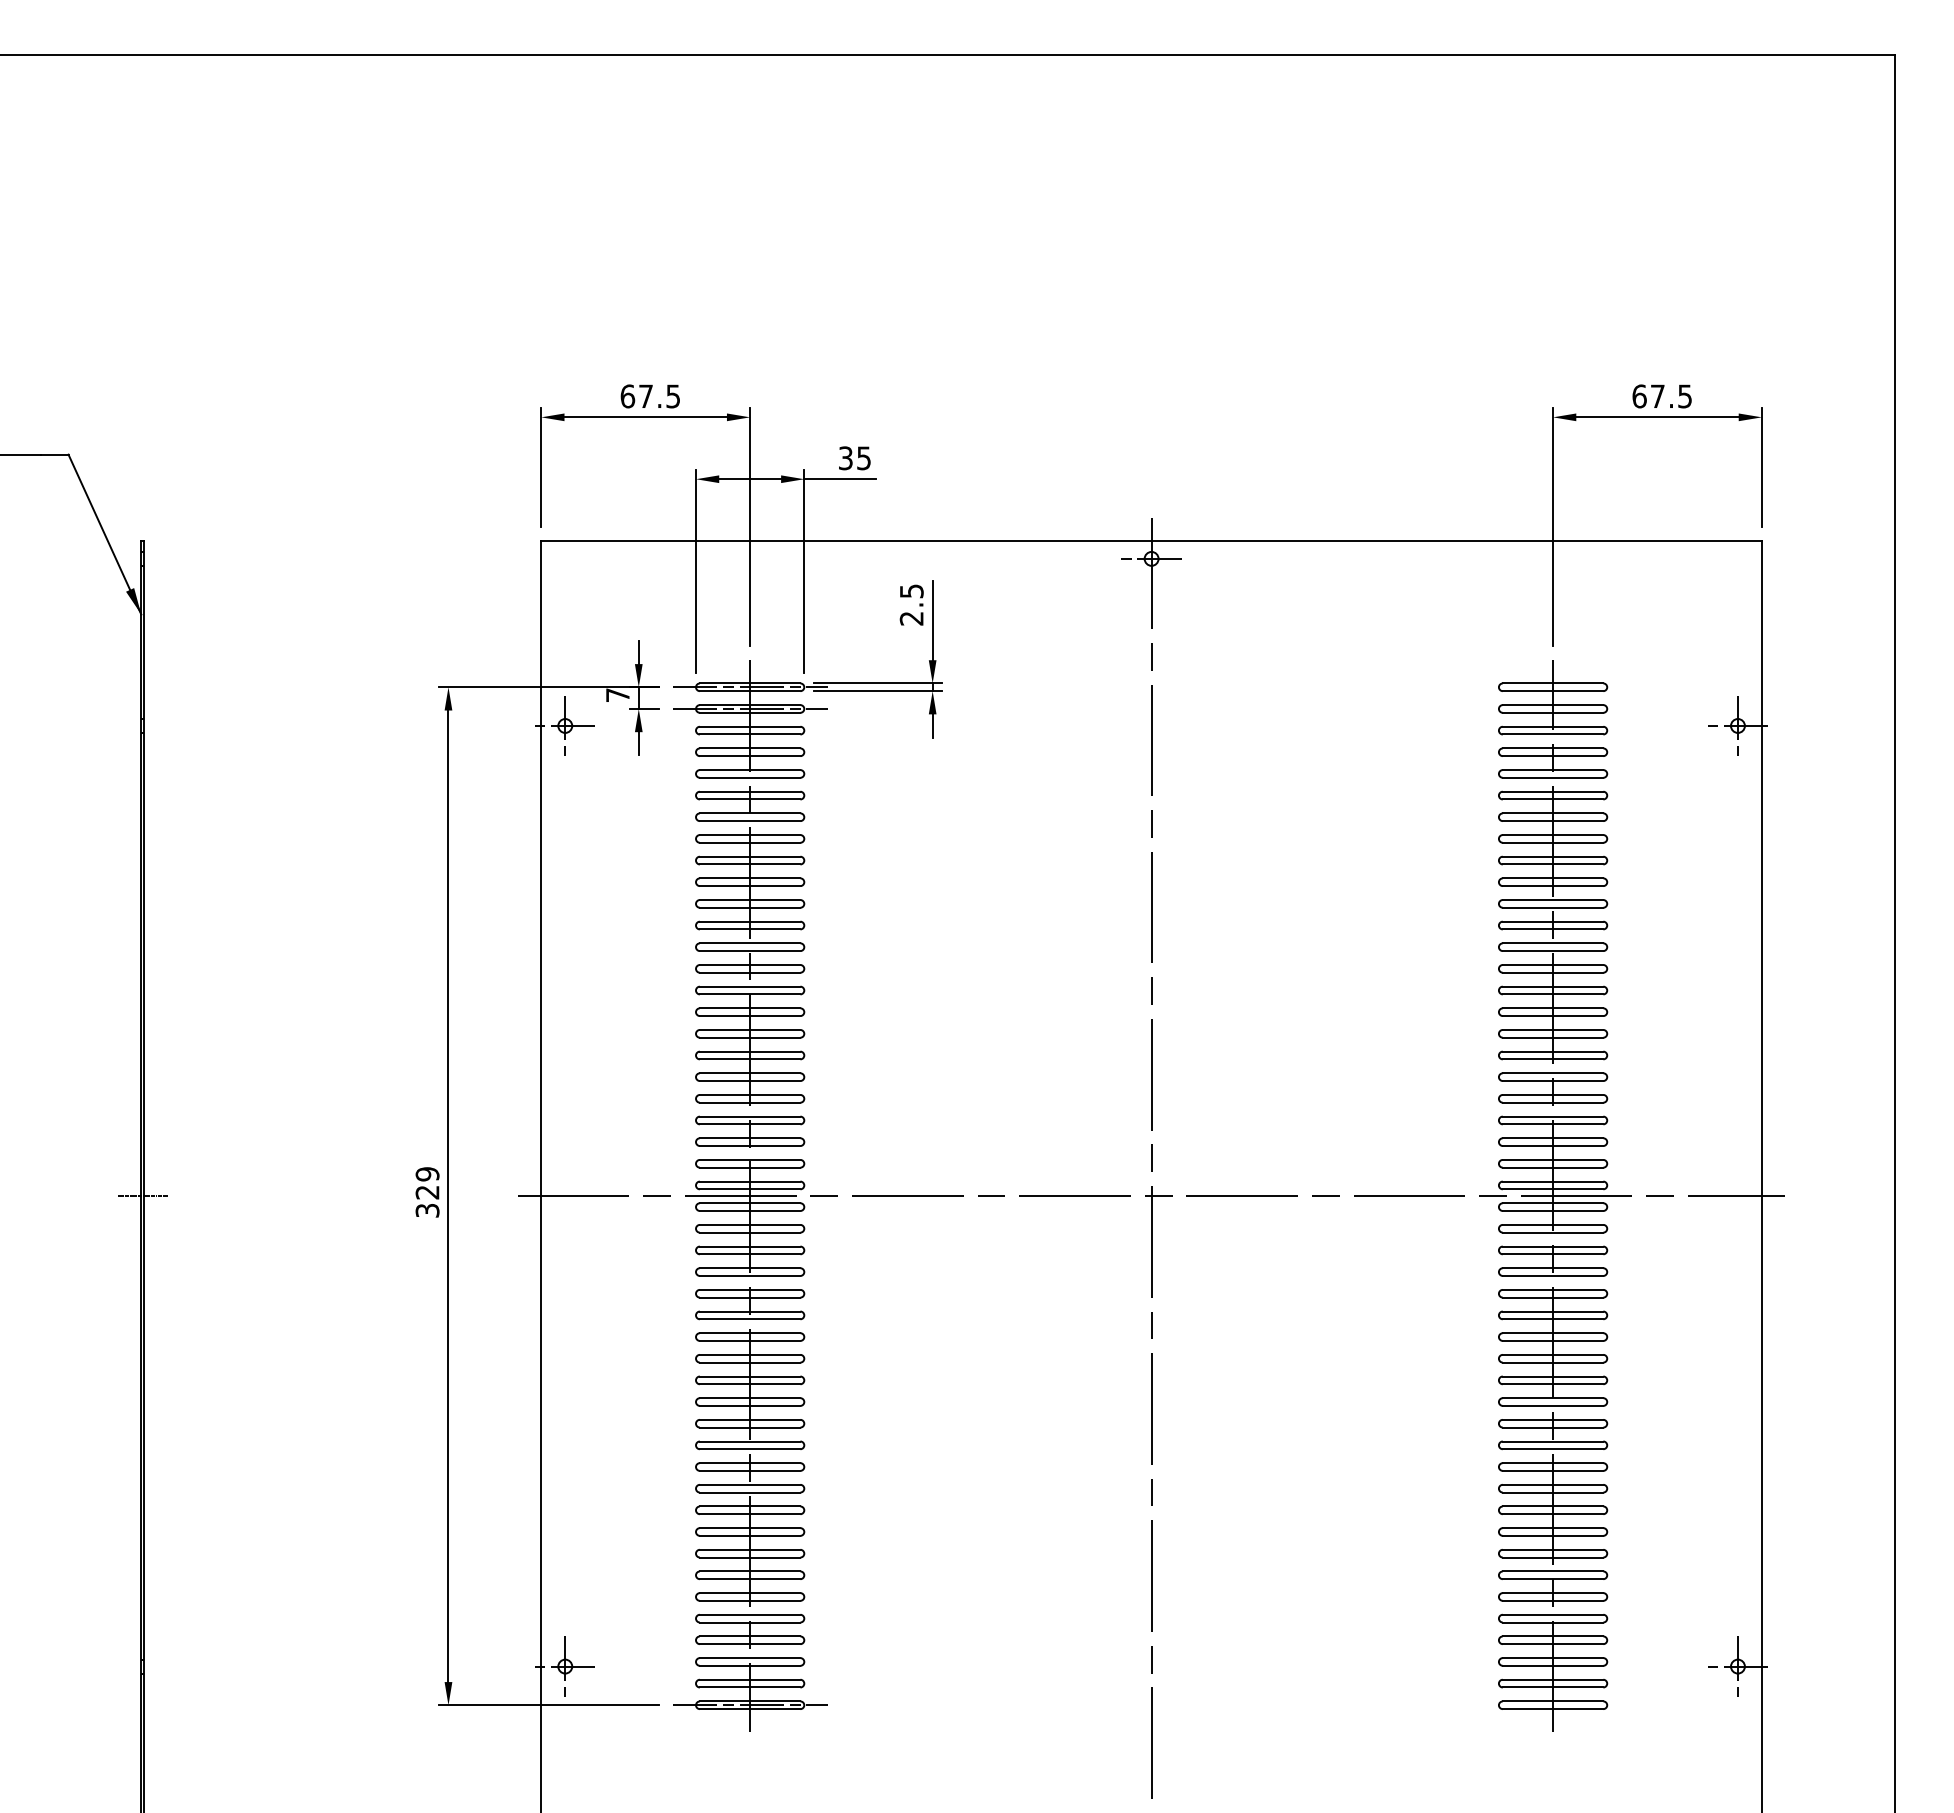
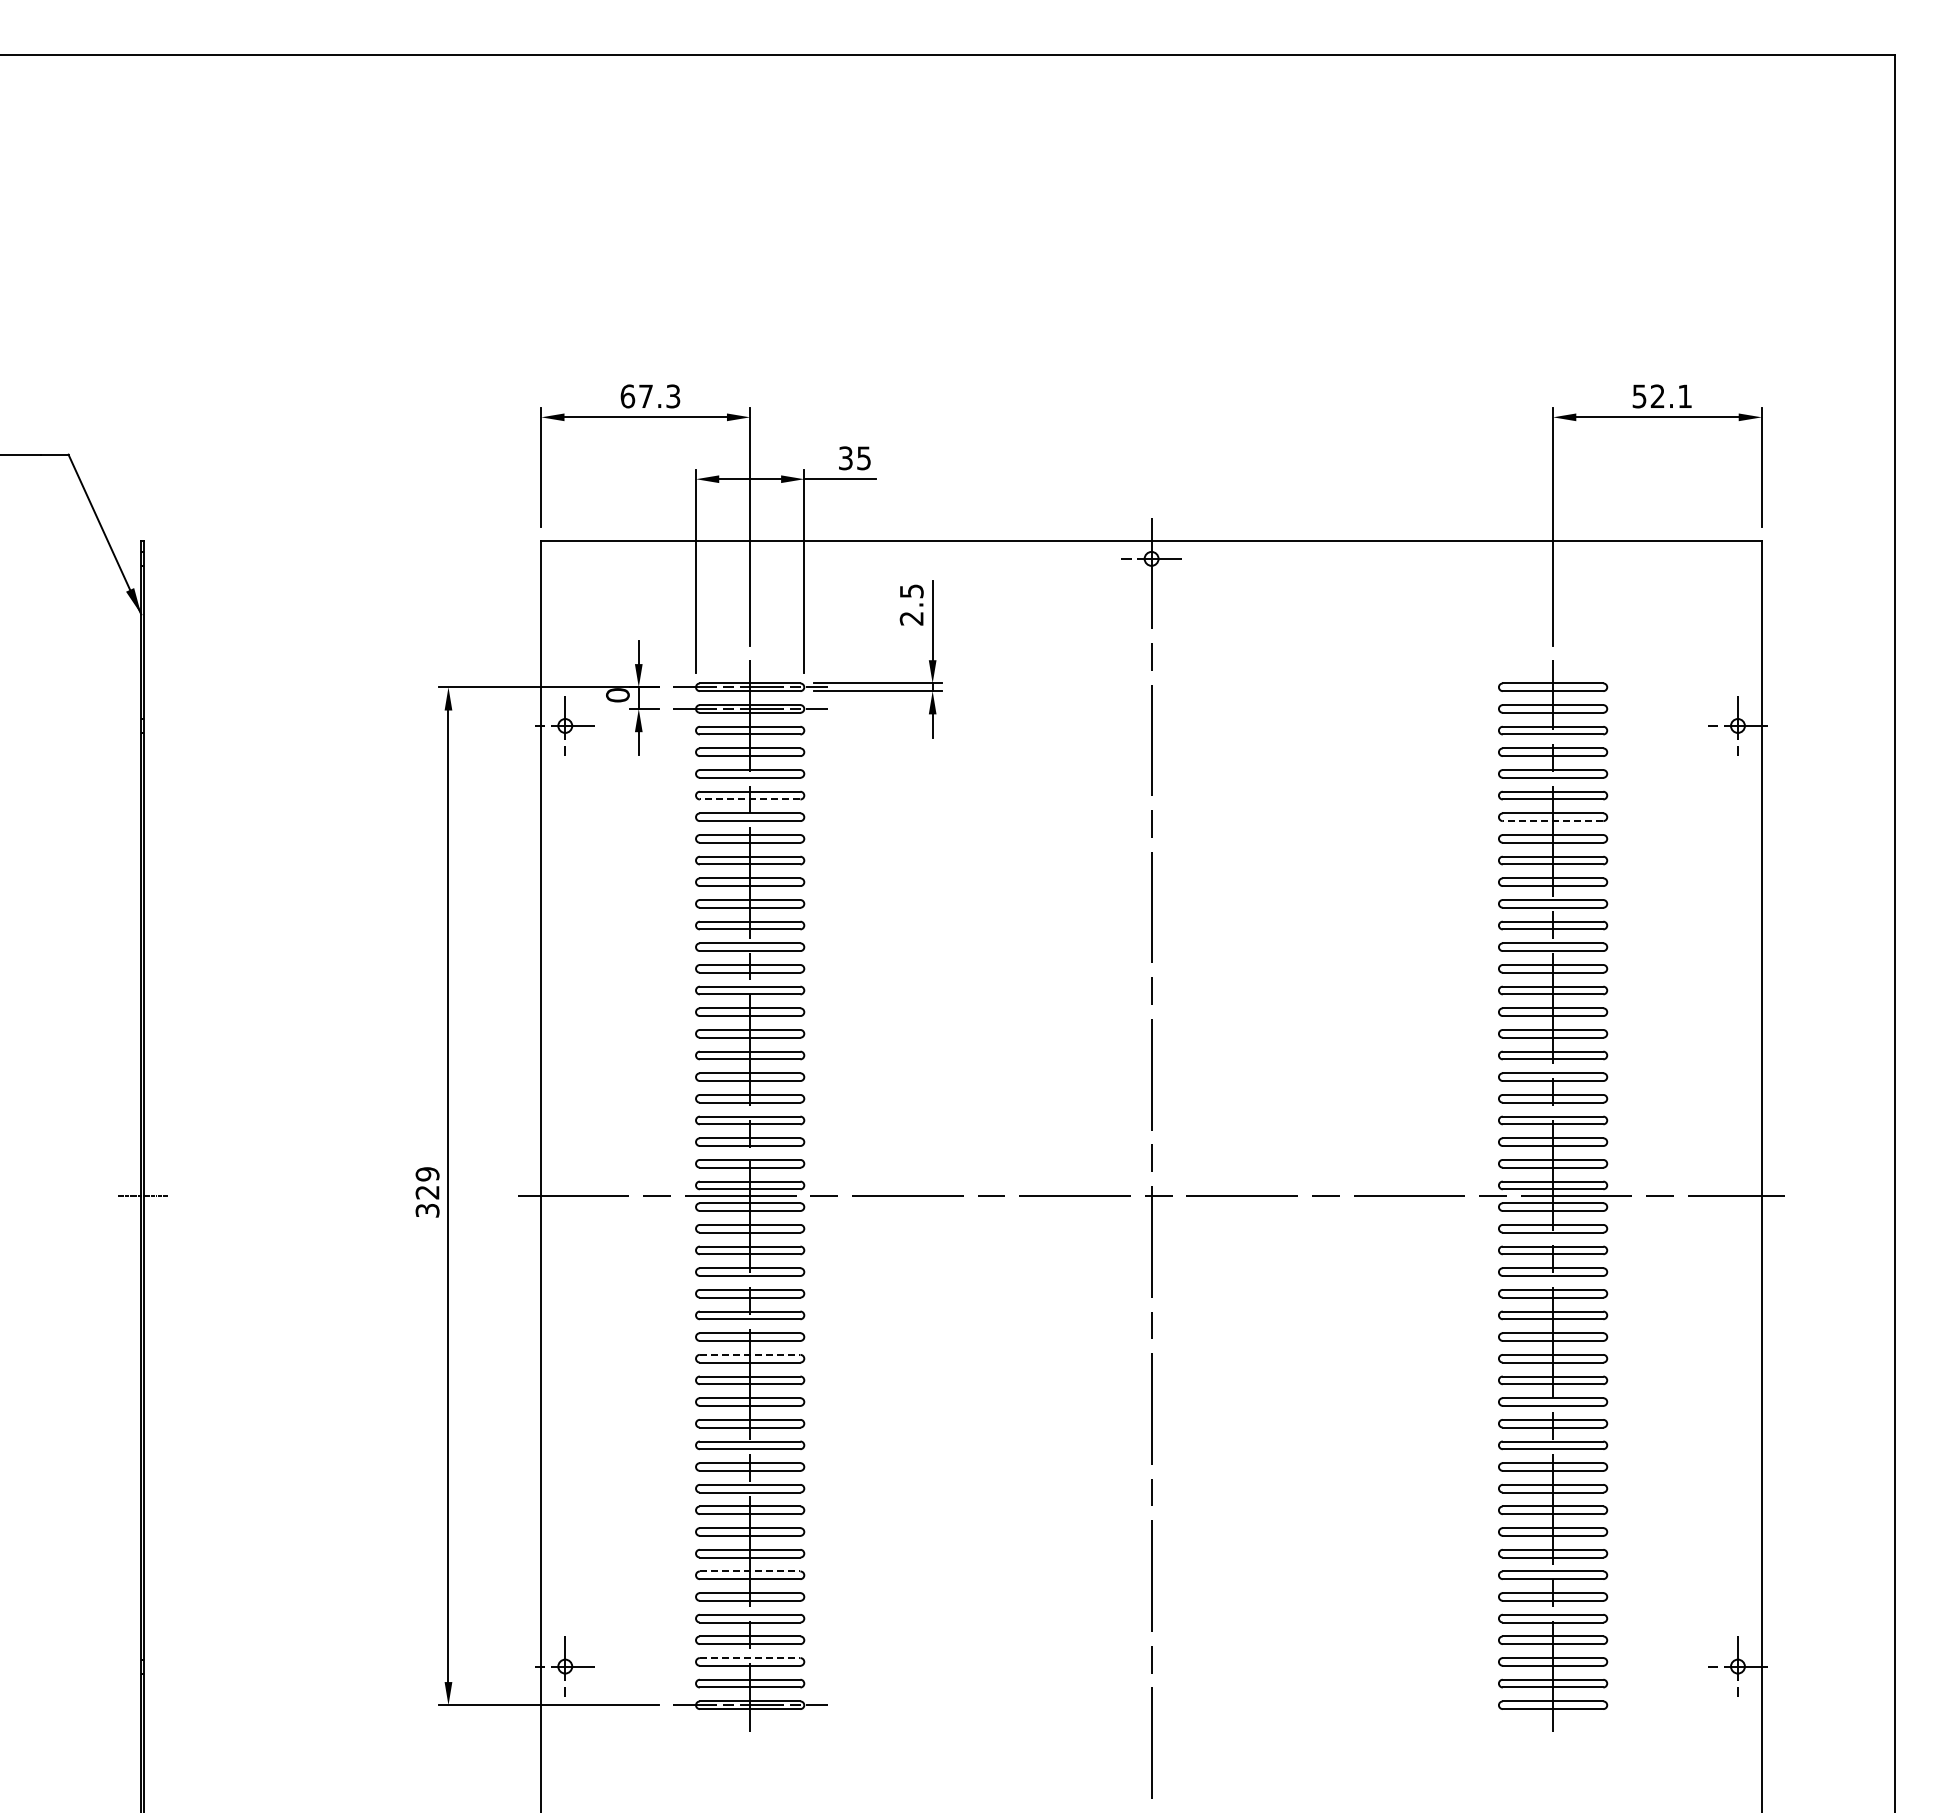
text at (673, 395): 67.5 -> 67.3
text at (1661, 396): 67.5 -> 52.1
text at (617, 695): 7 -> 0
line at (749, 799): solid -> dashed
line at (1552, 821): solid -> dashed
line at (750, 1354): solid -> dashed
line at (750, 1571): solid -> dashed
line at (750, 1658): solid -> dashed
